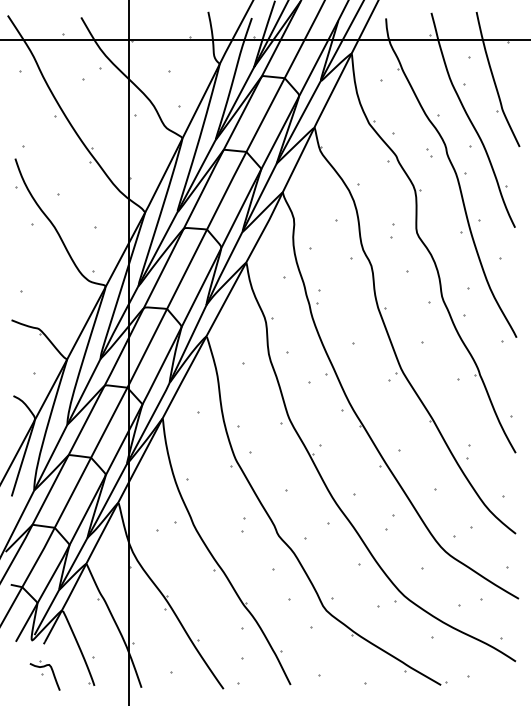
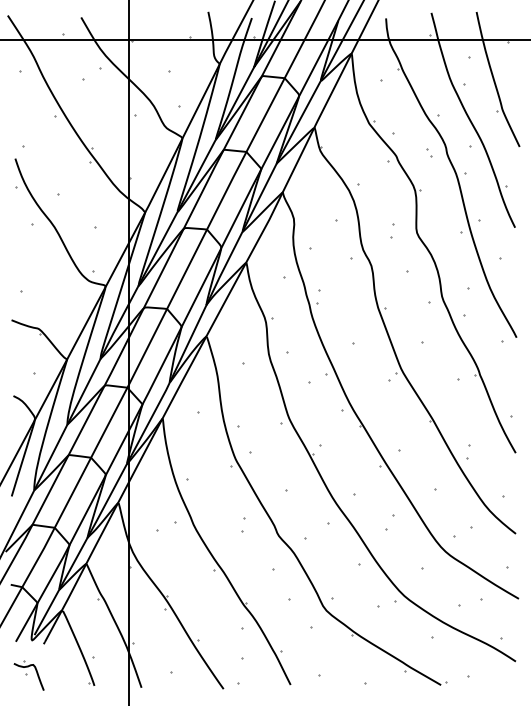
part at (44, 675) position: (44, 675) -> (28, 675)
